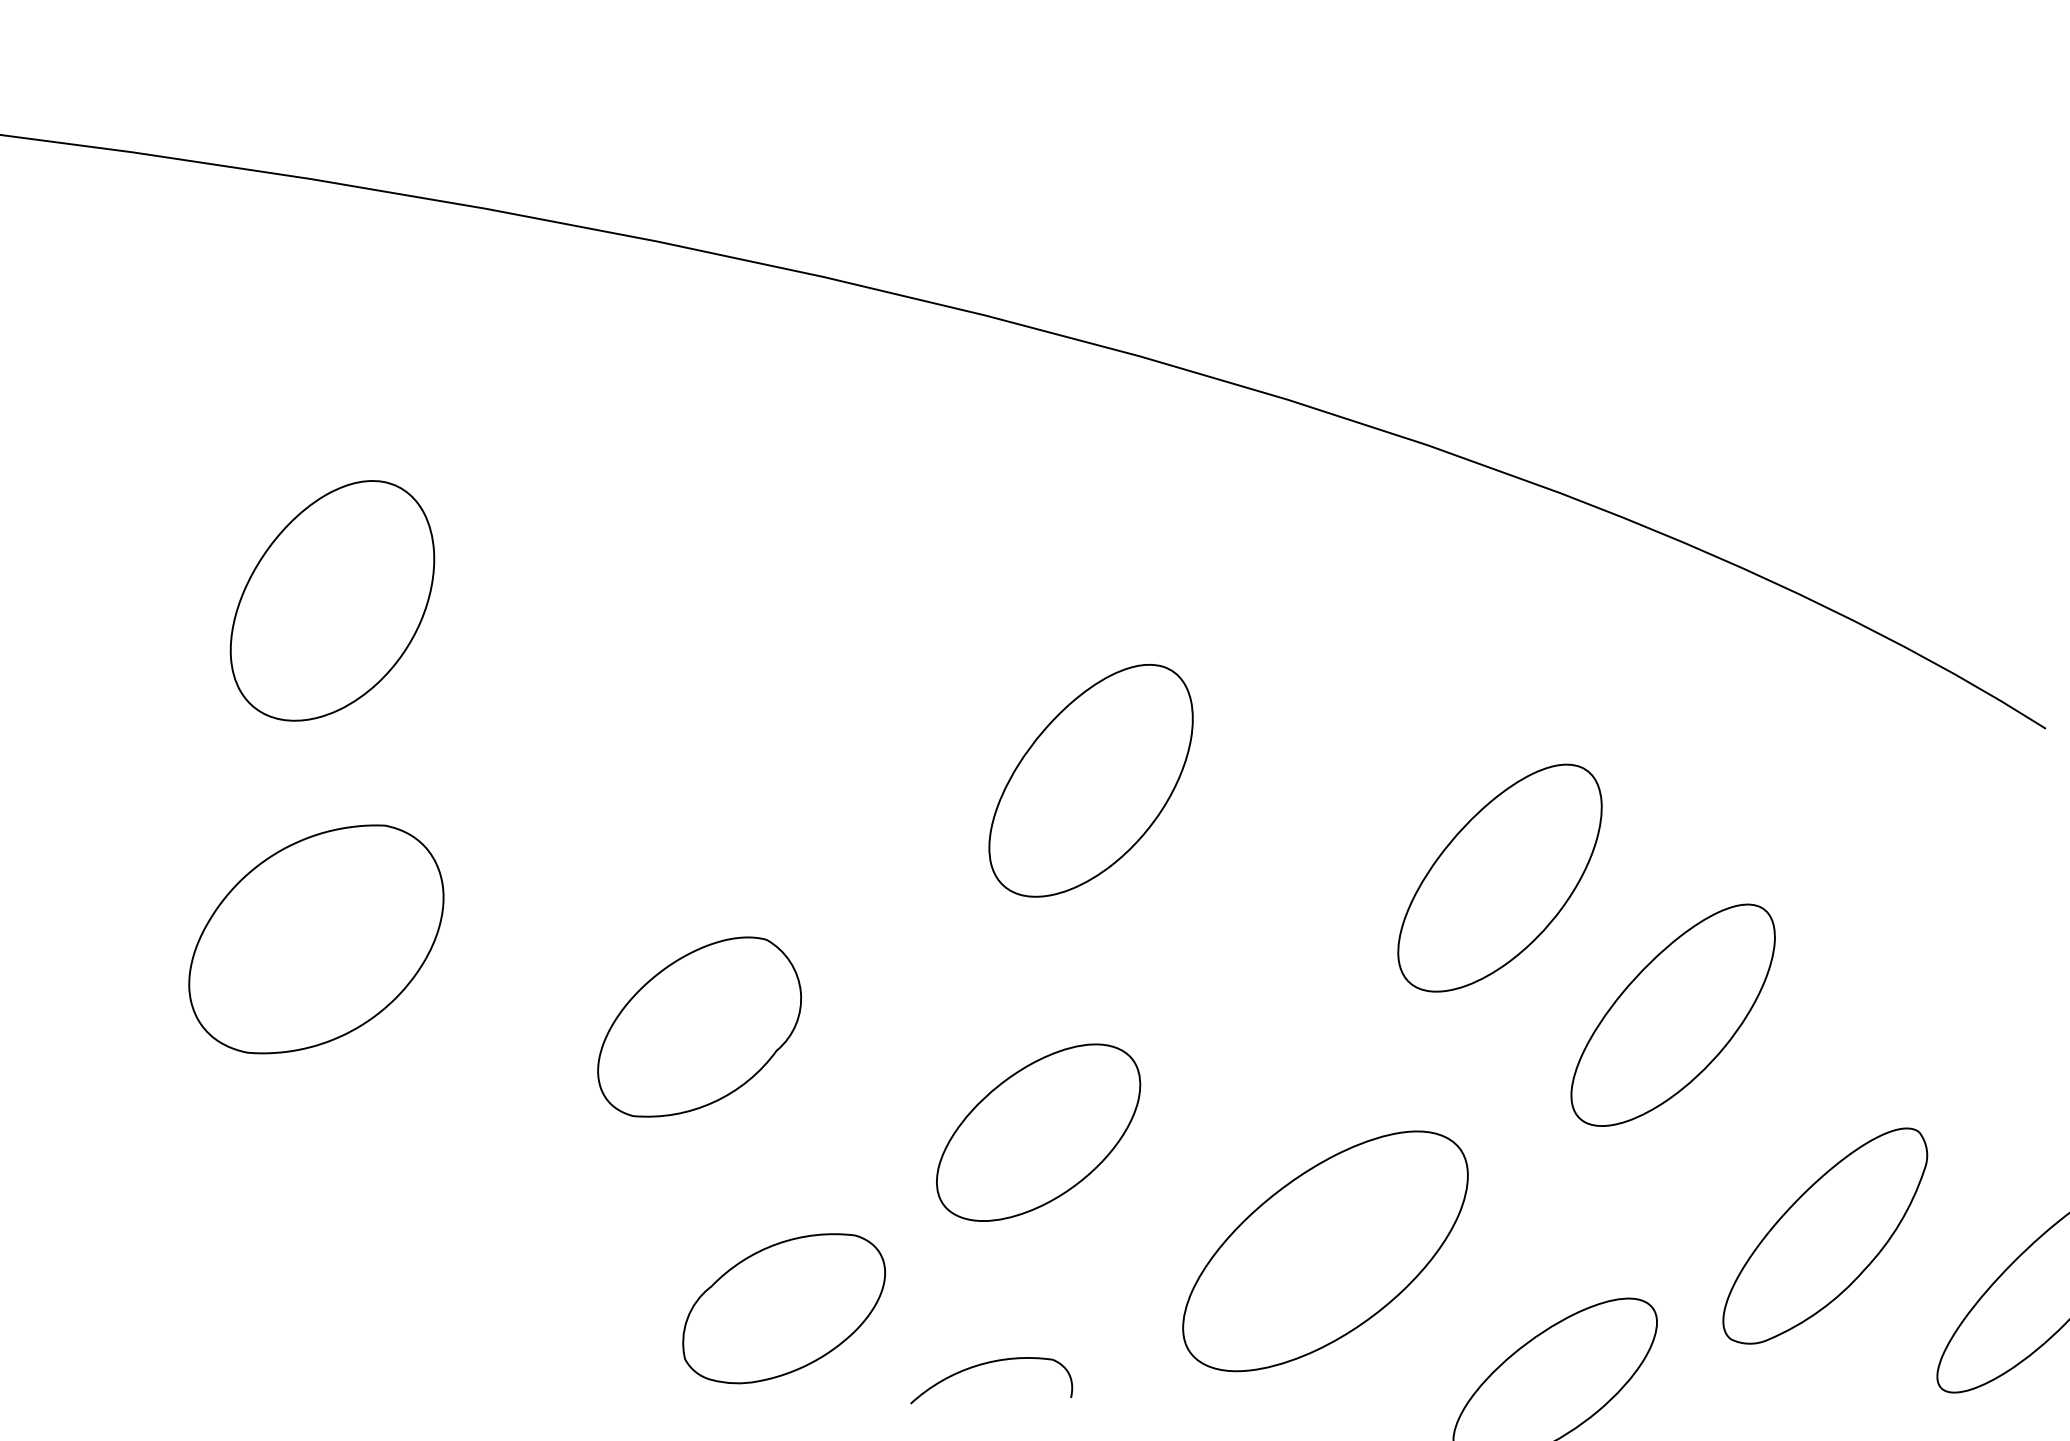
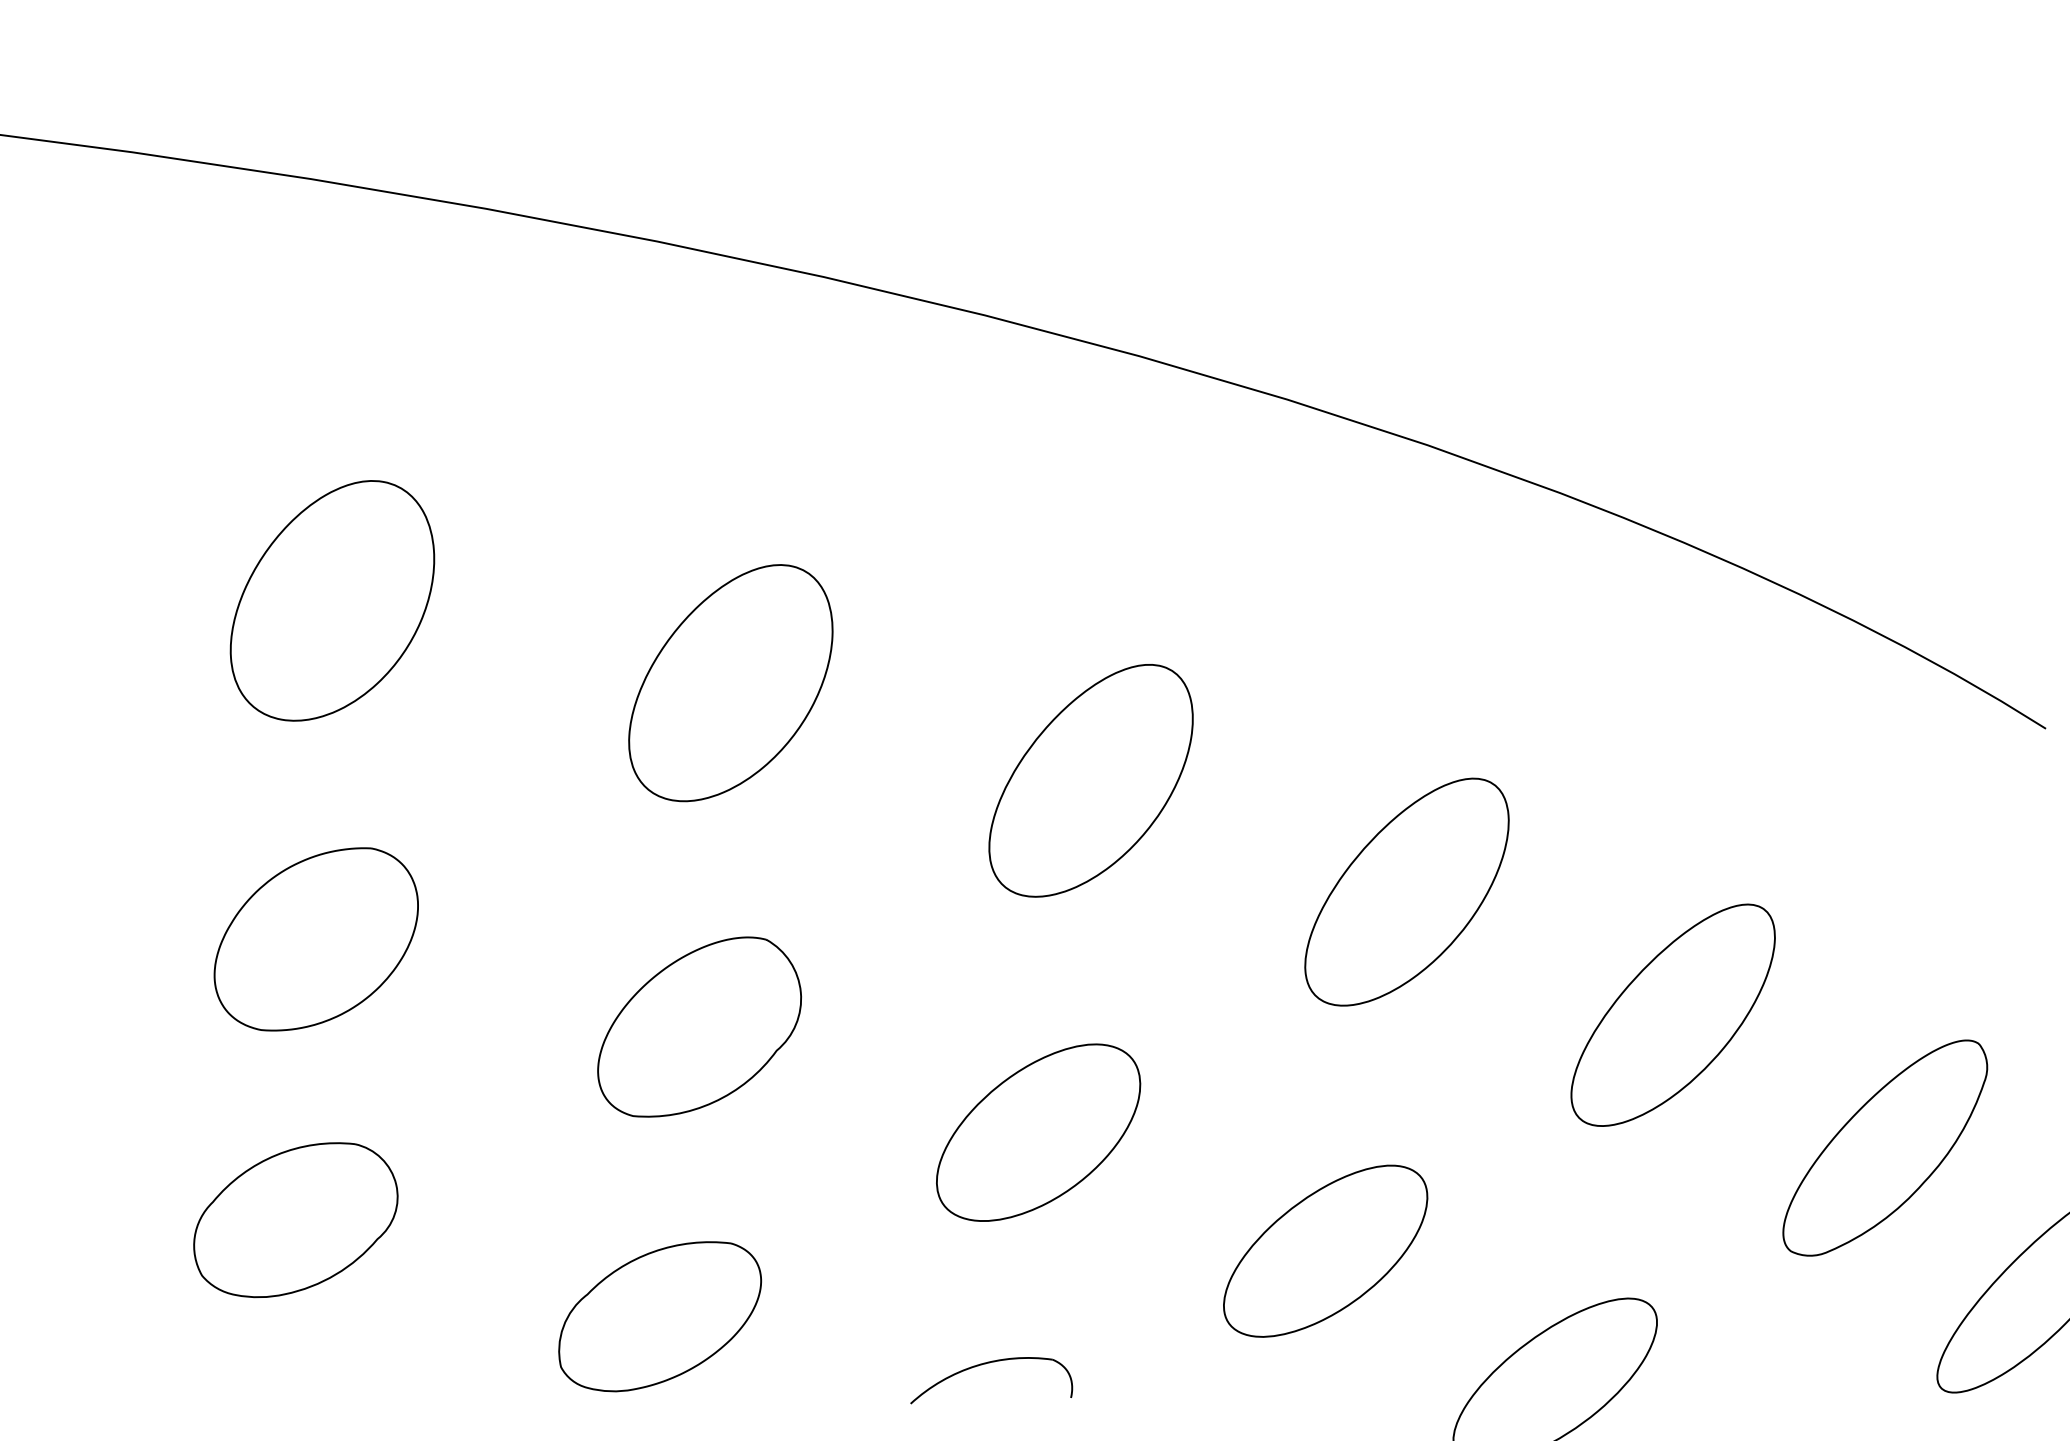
part at (730, 683): none -> present
part at (1499, 877) position: (1499, 877) -> (1406, 891)
part at (316, 939) size: 257x231 px -> 206x185 px
part at (295, 1220): none -> present
part at (1825, 1235) position: (1825, 1235) -> (1885, 1147)
part at (1325, 1251) size: 287x243 px -> 206x174 px
part at (784, 1308) position: (784, 1308) -> (660, 1316)
